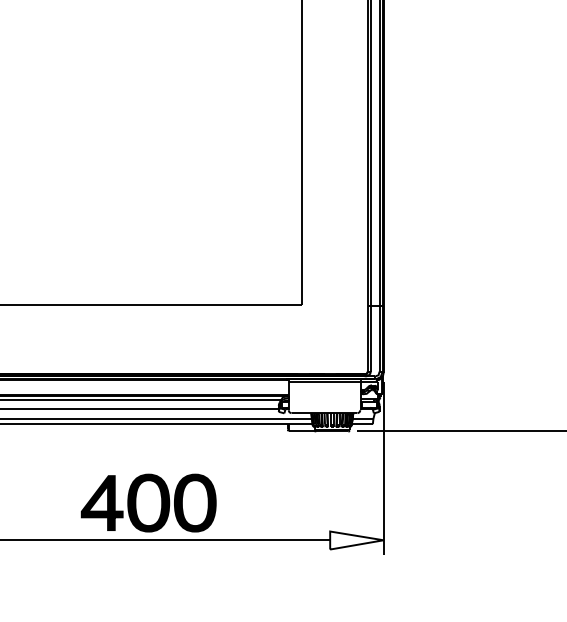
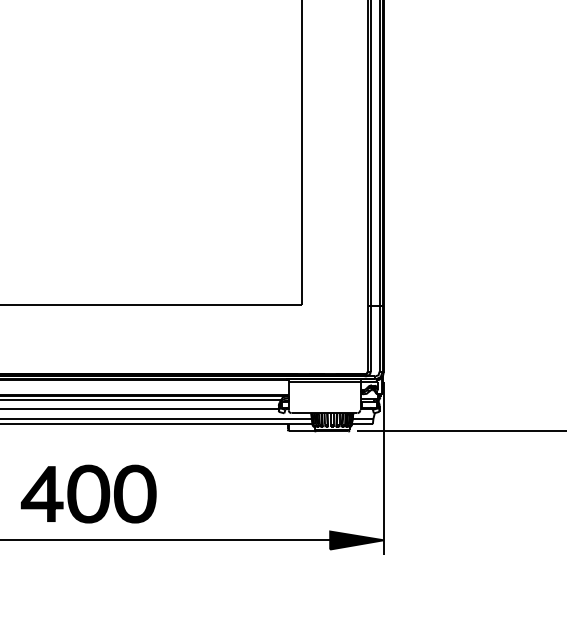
part at (148, 502) position: (148, 502) -> (88, 493)
fill at (356, 540): none -> present
